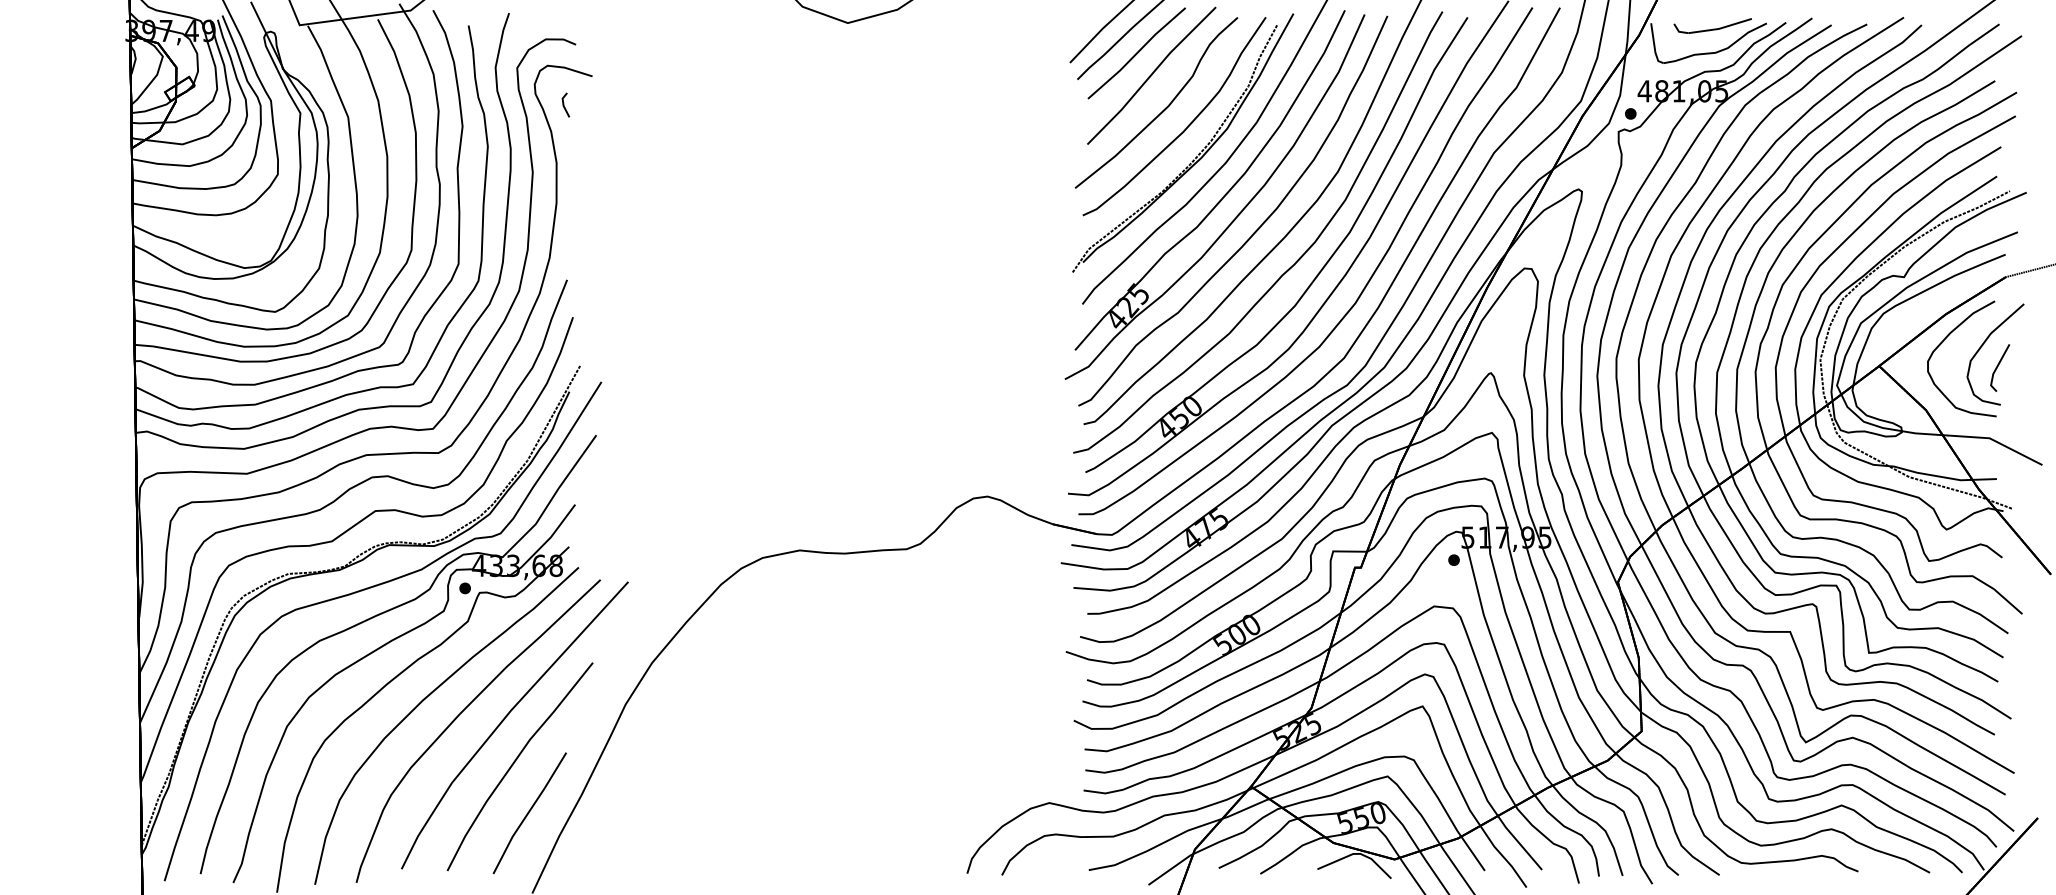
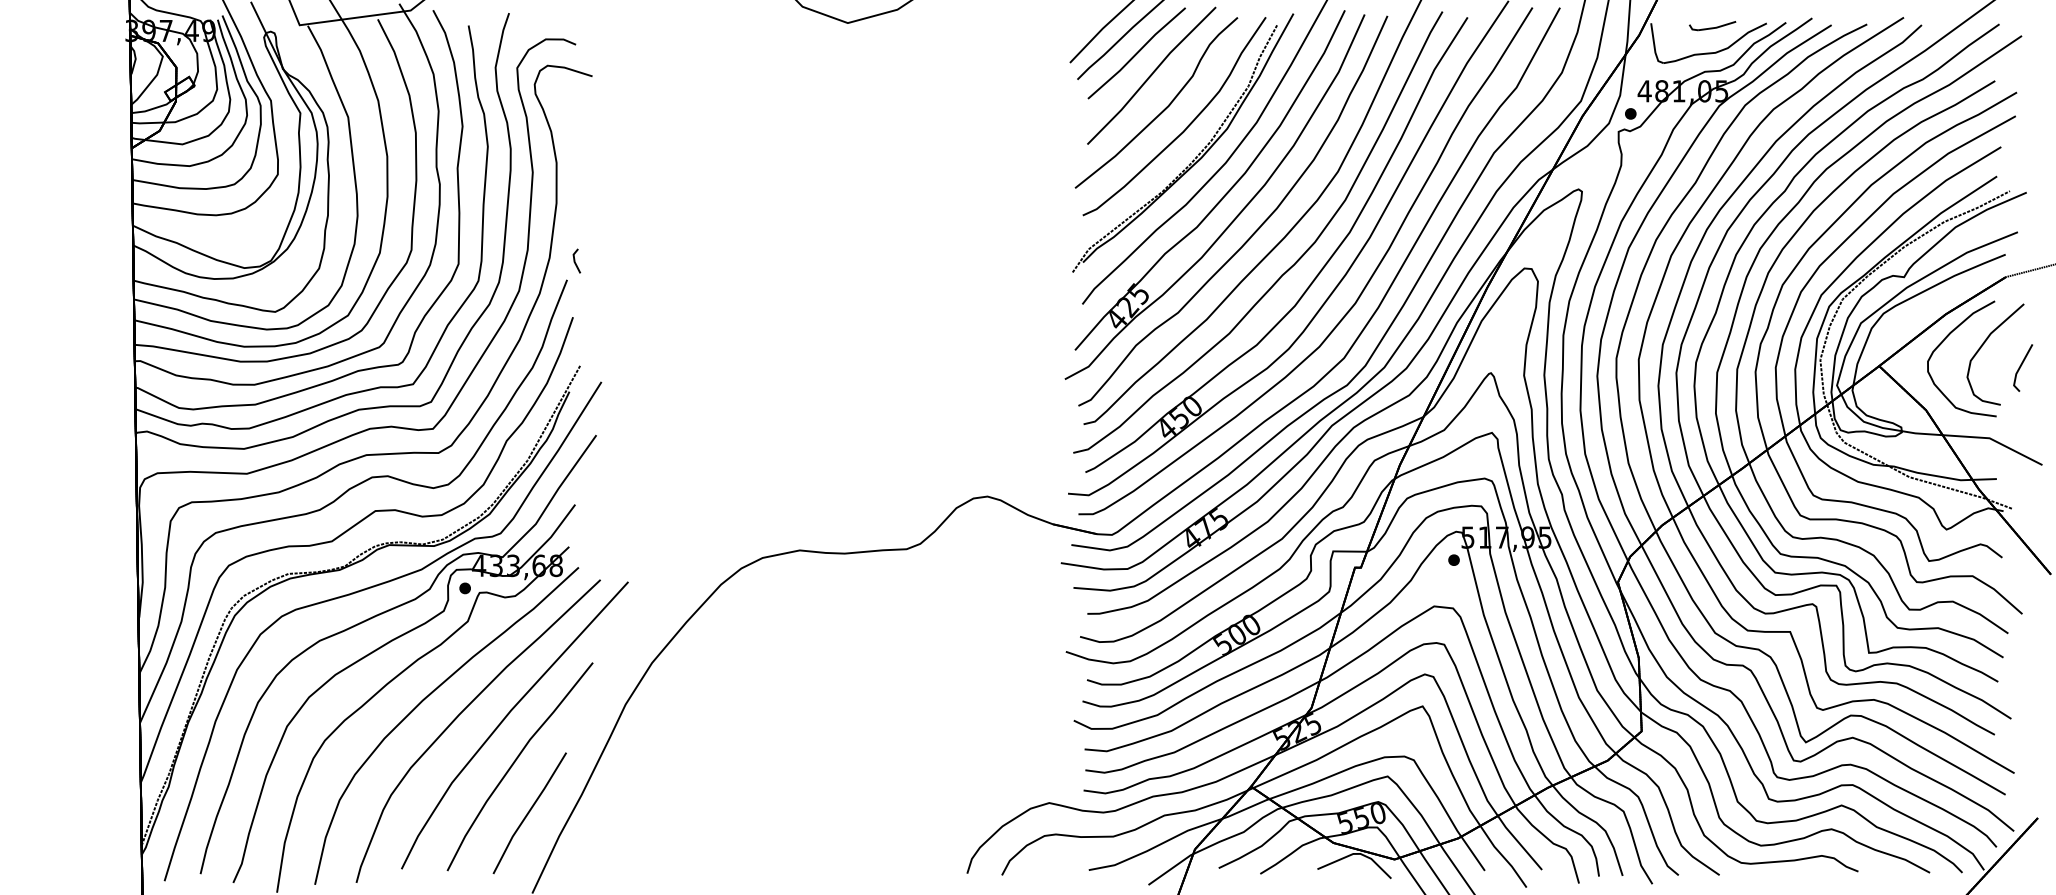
part at (1712, 25) size: 79x16 px -> 48x11 px
line at (564, 104) position: (564, 104) -> (575, 260)
line at (1999, 365) position: (1999, 365) -> (2022, 365)
